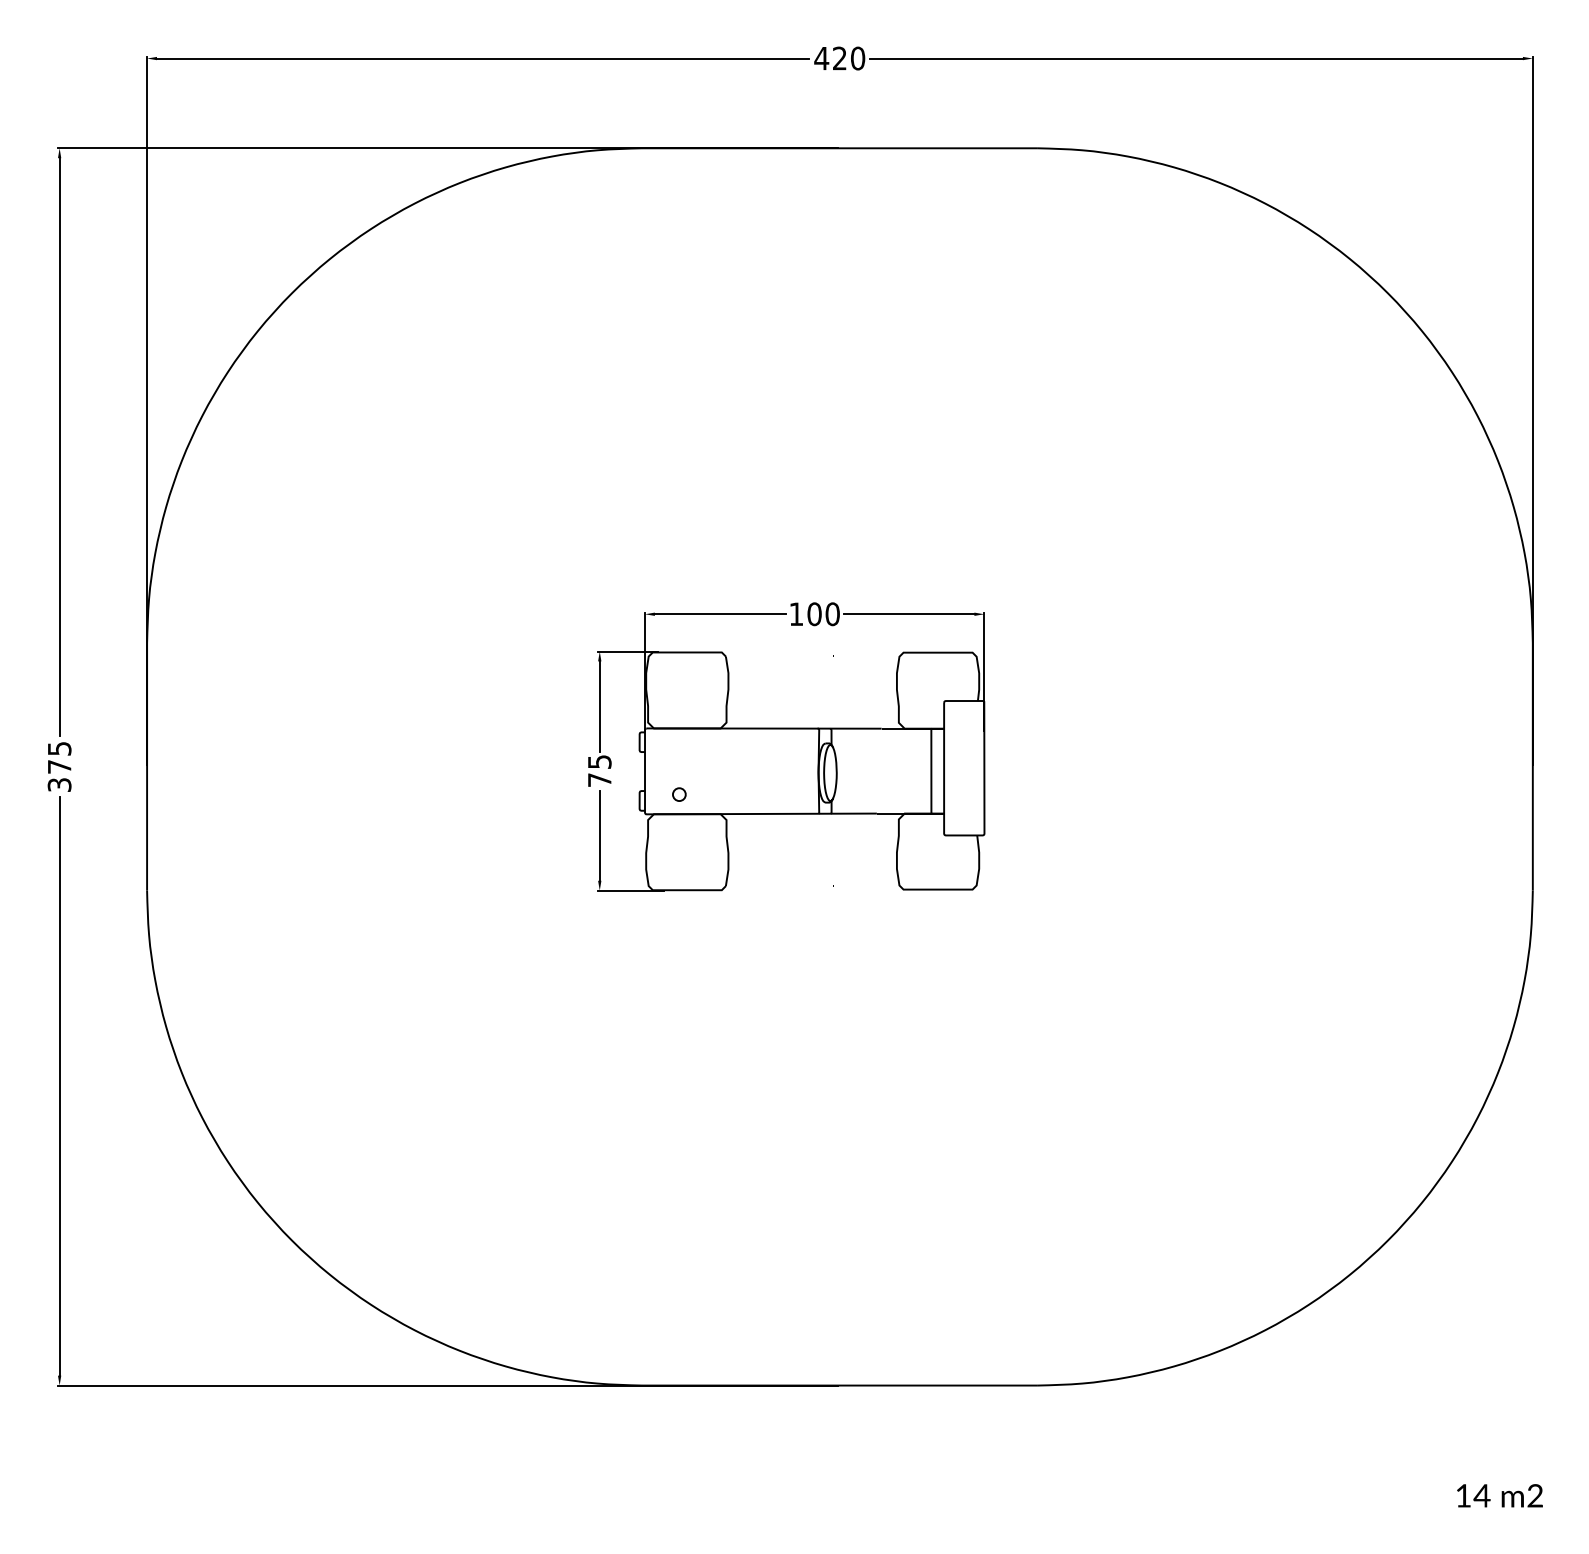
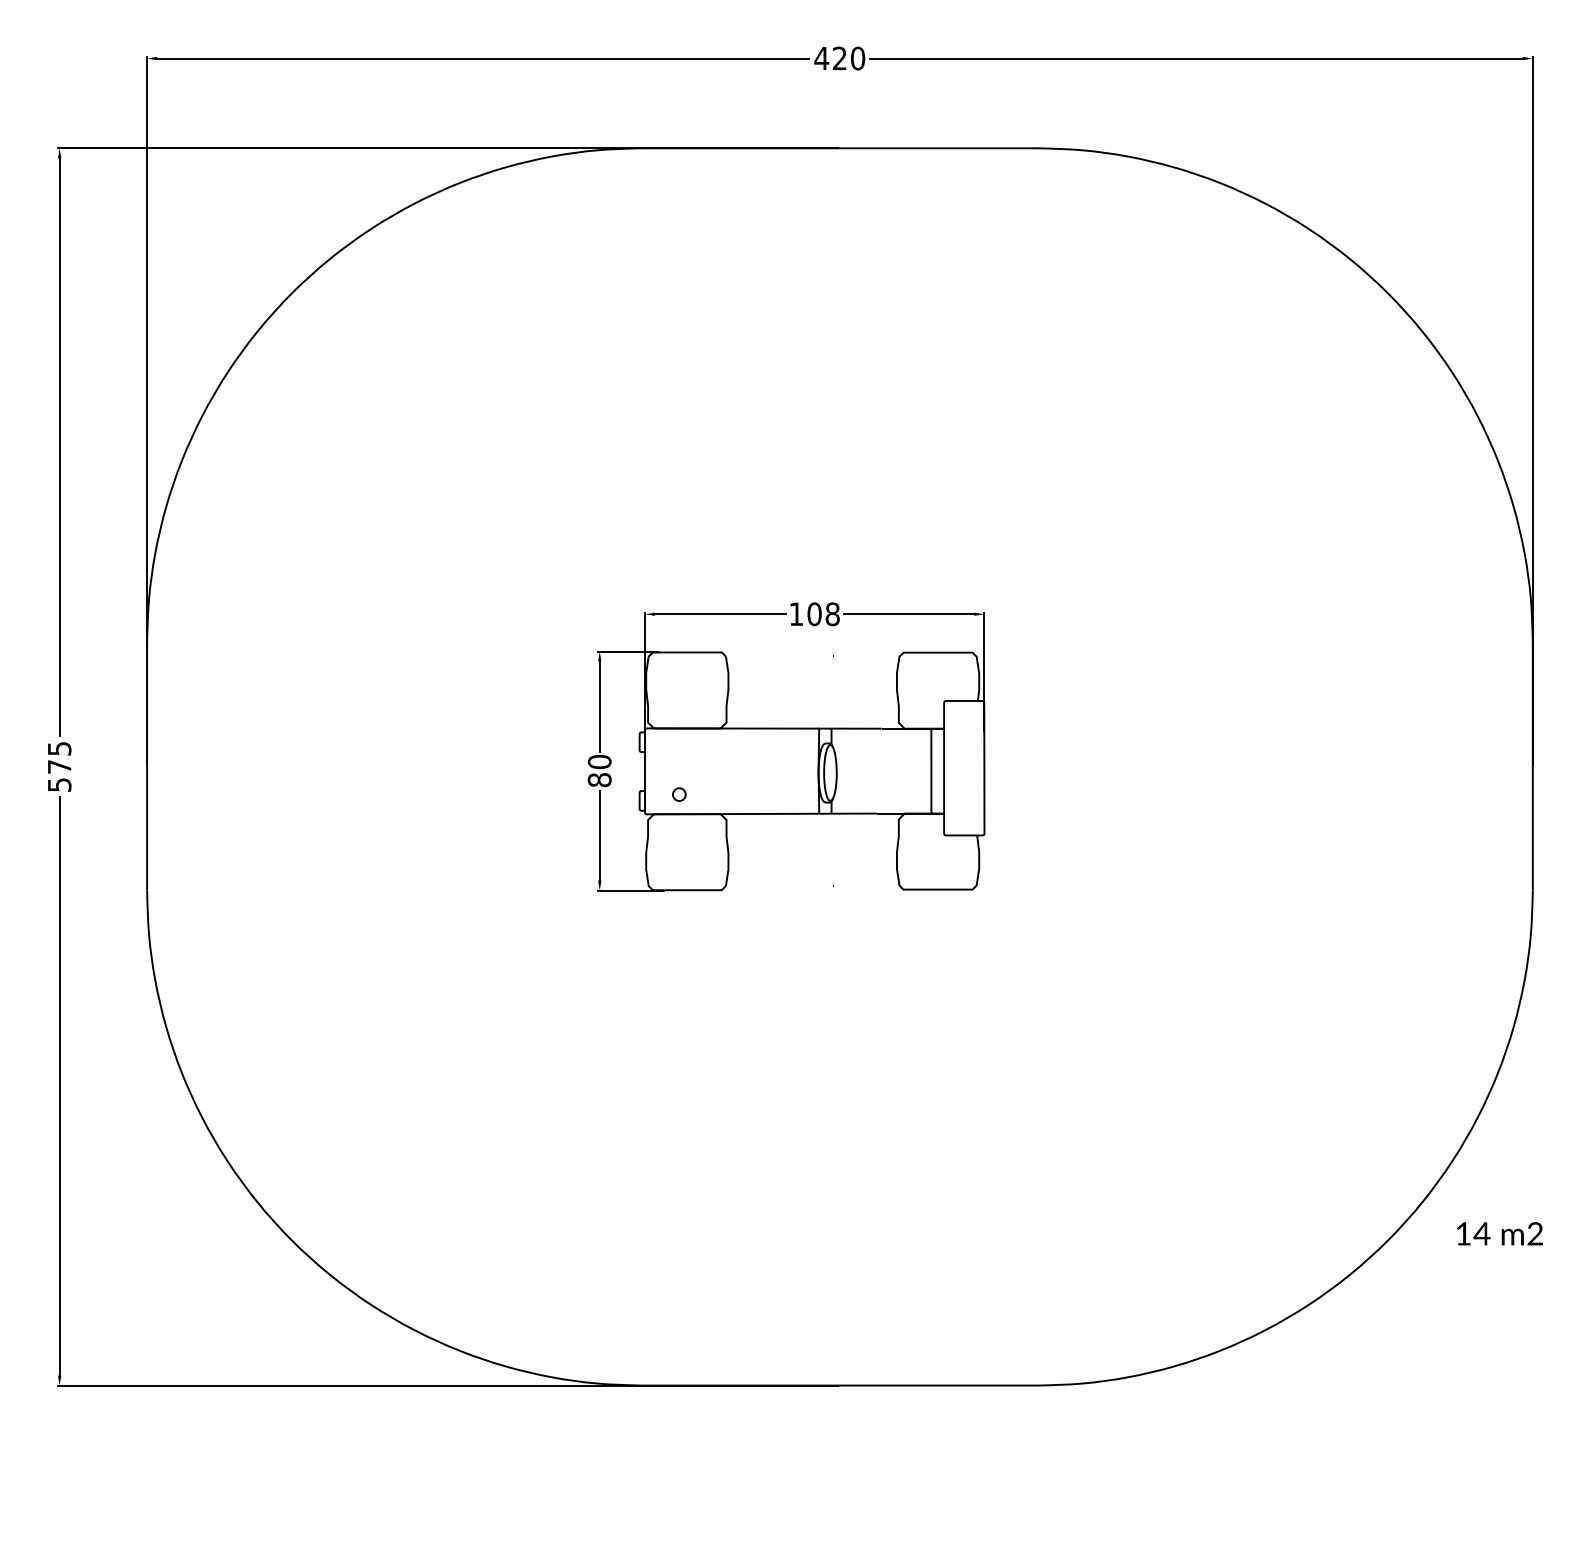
text at (832, 613): 100 -> 108
text at (599, 770): 75 -> 80
text at (58, 784): 375 -> 575
text at (1499, 1495) position: (1499, 1495) -> (1499, 1233)
